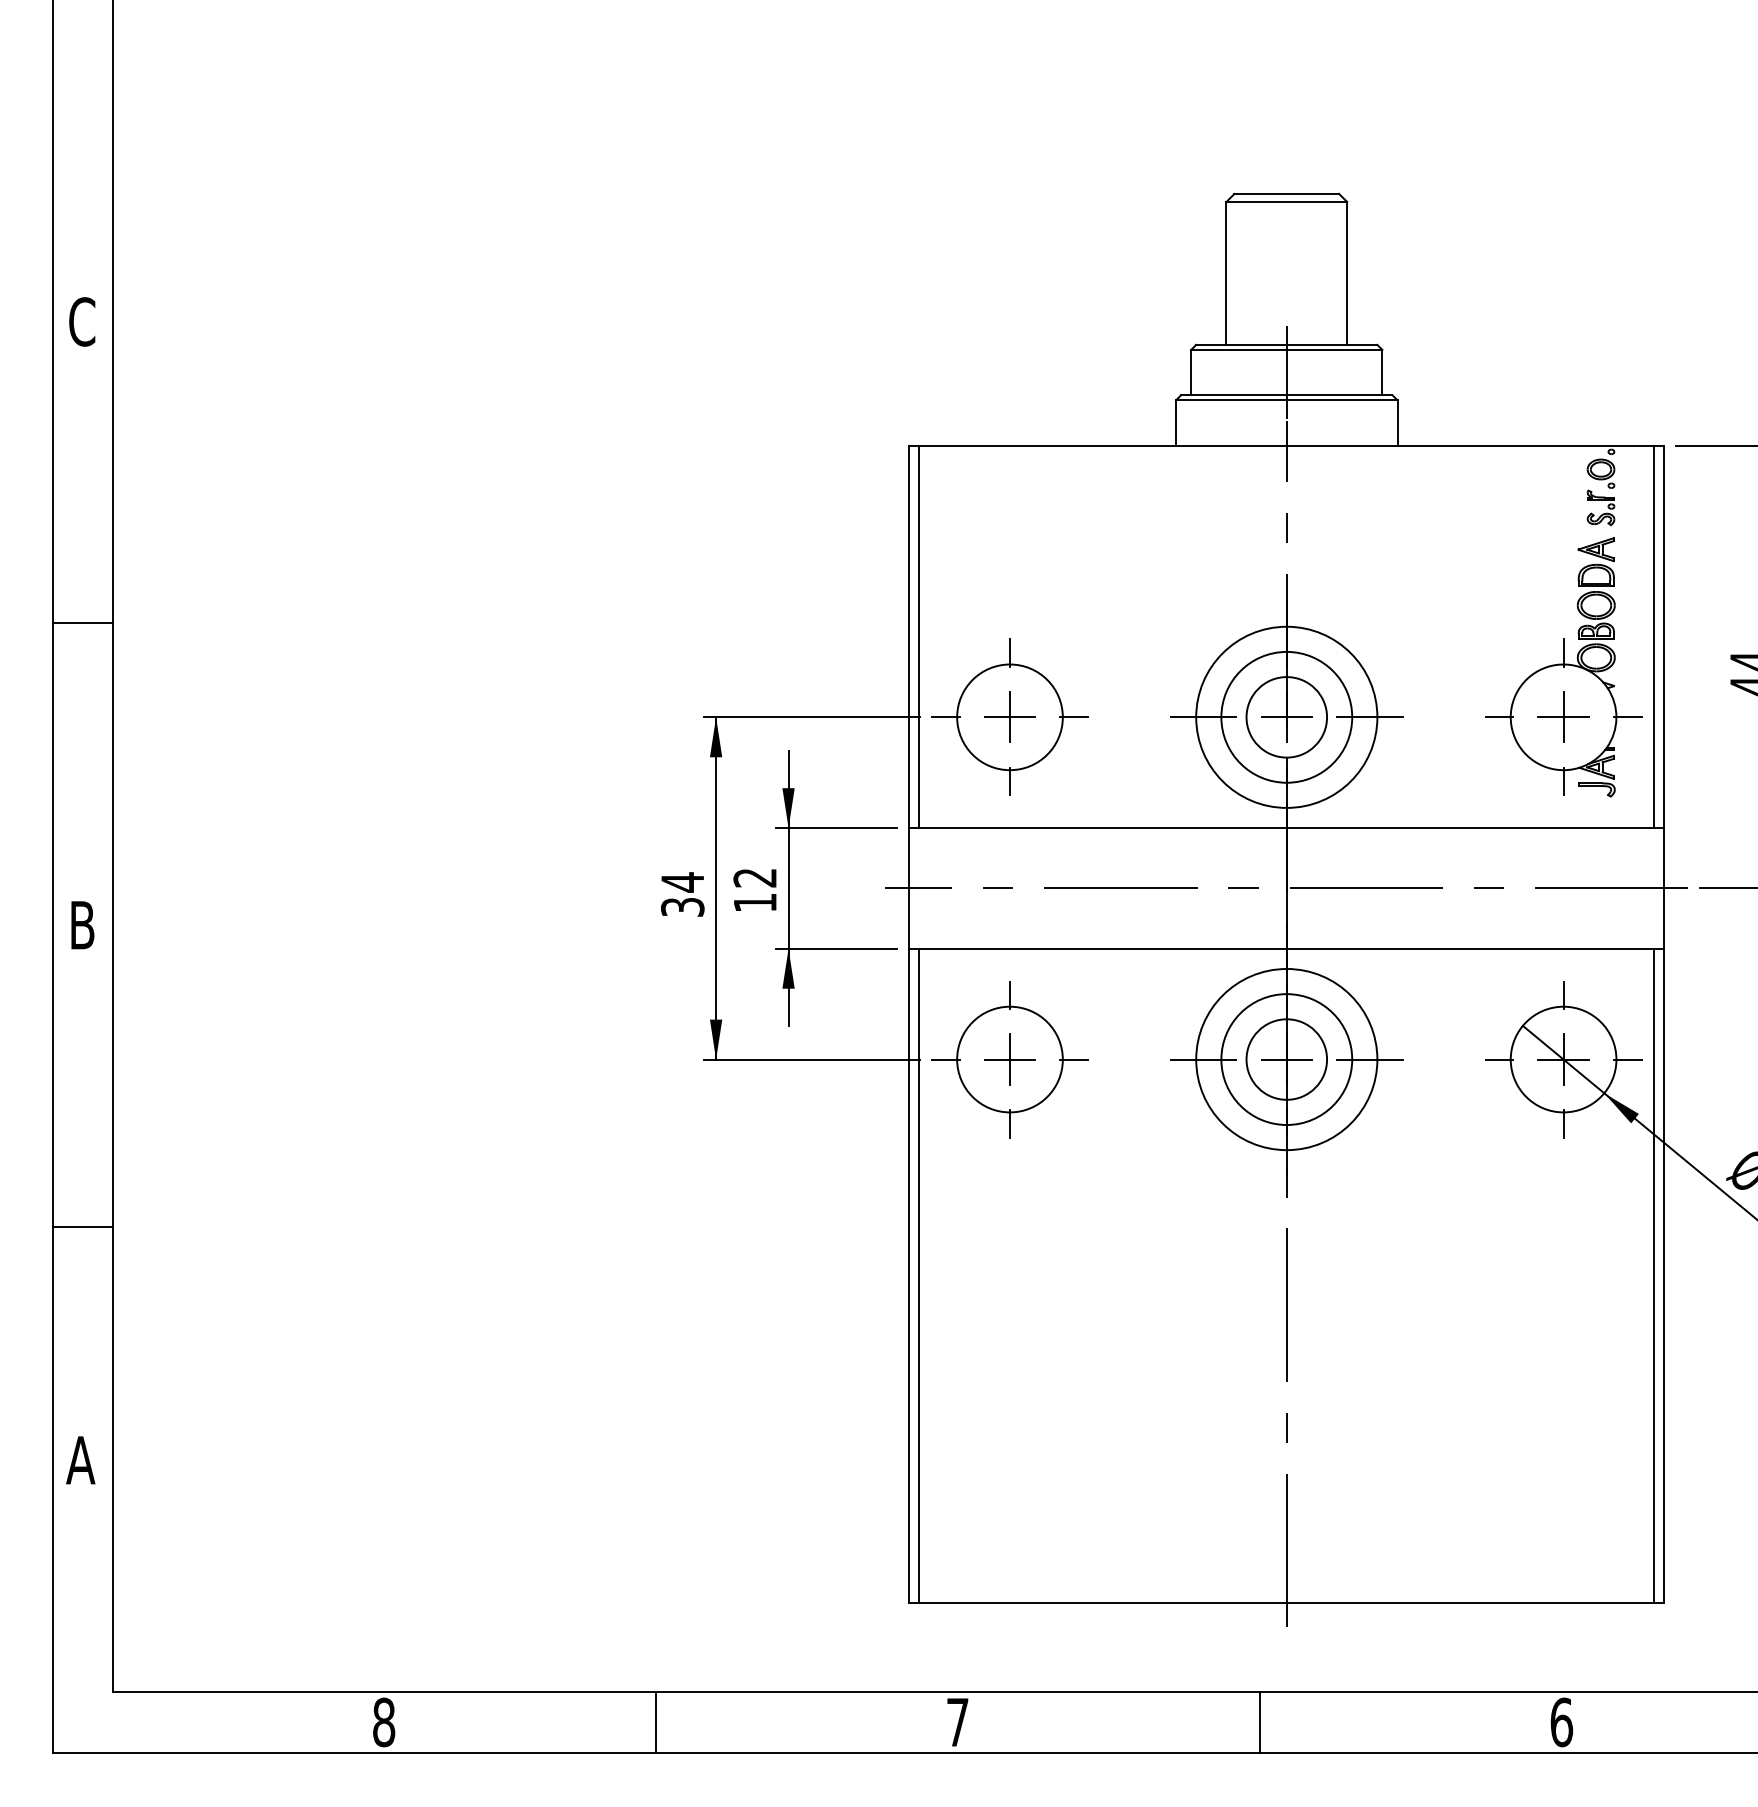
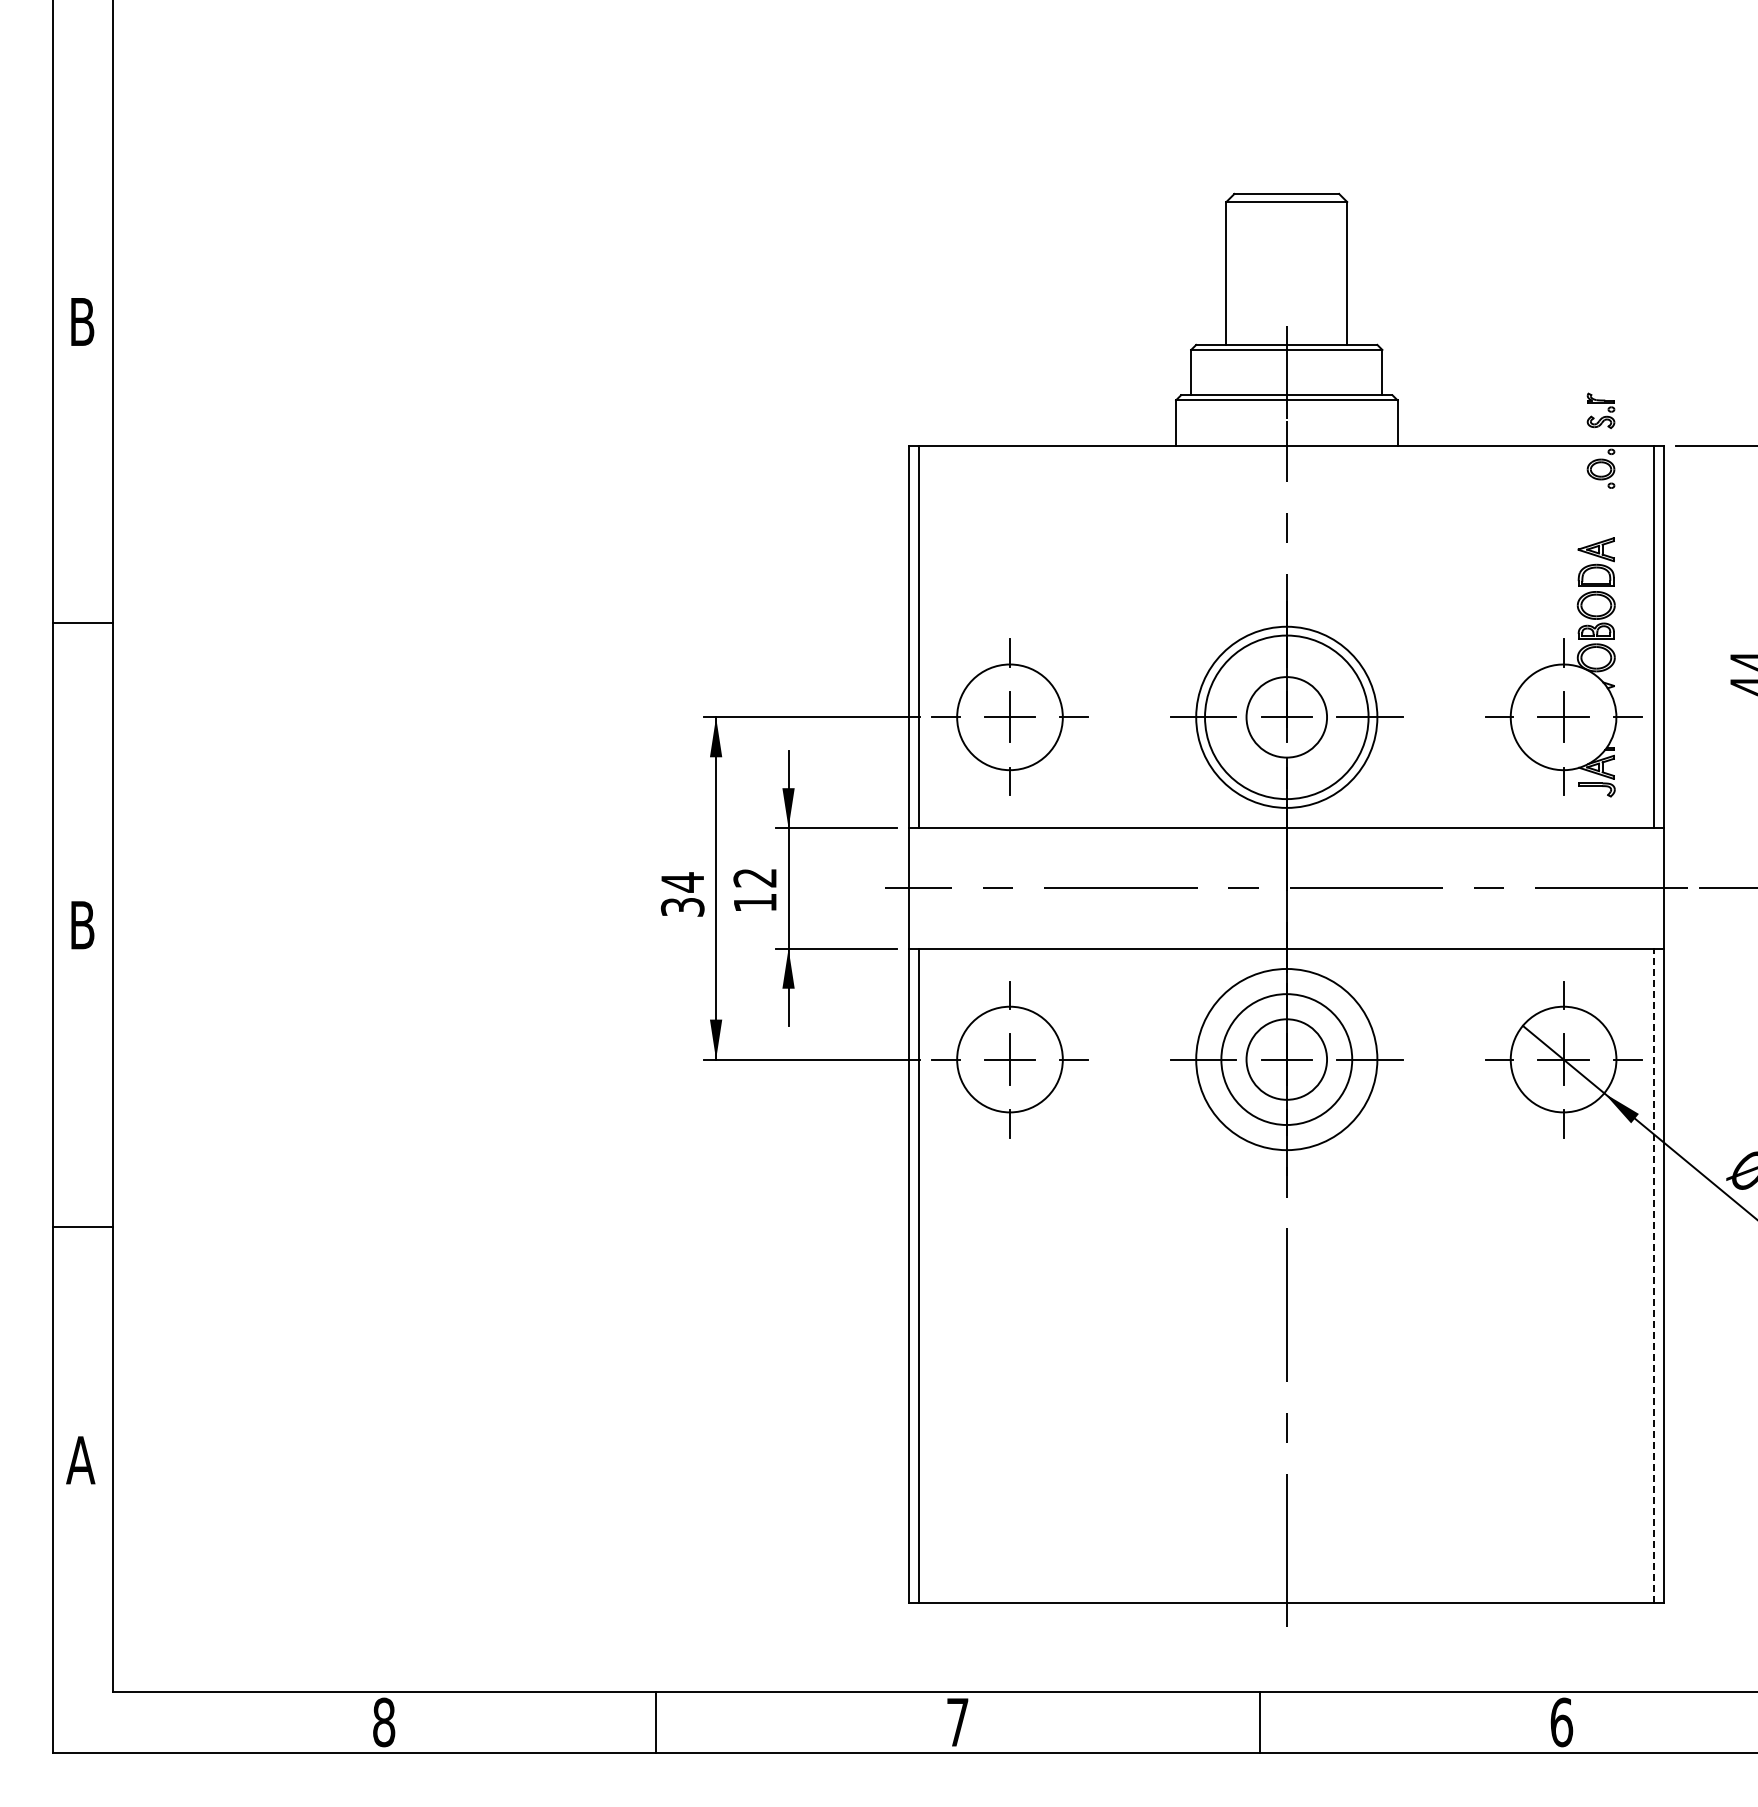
text at (82, 321): C -> B
part at (1602, 513) position: (1602, 513) -> (1602, 416)
circle at (1286, 716) diameter: 131 px -> 164 px
line at (1654, 1275): solid -> dashed
